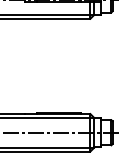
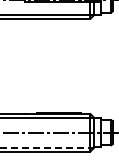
line at (47, 147): solid -> dashed
